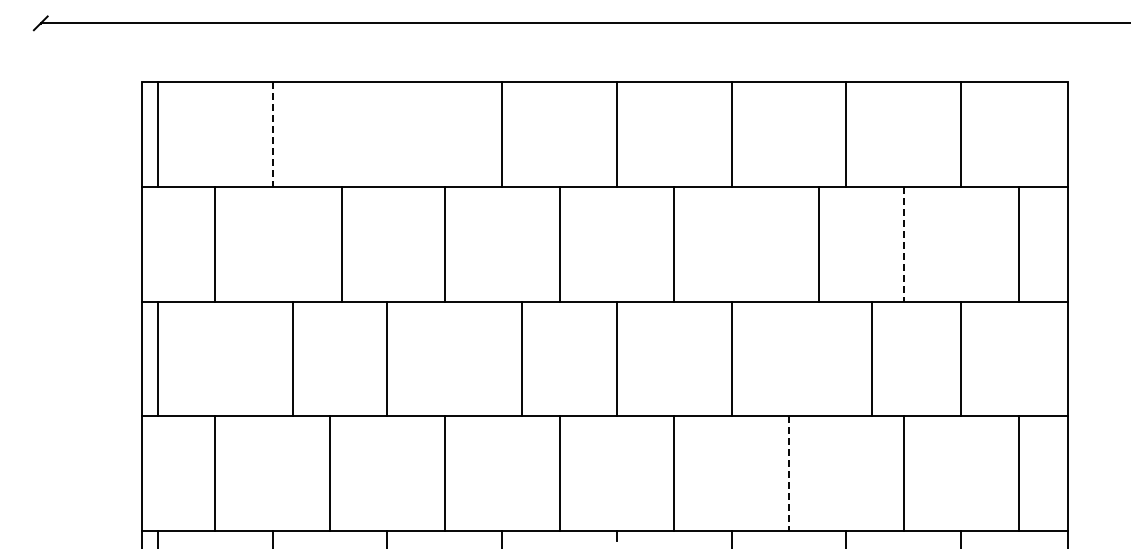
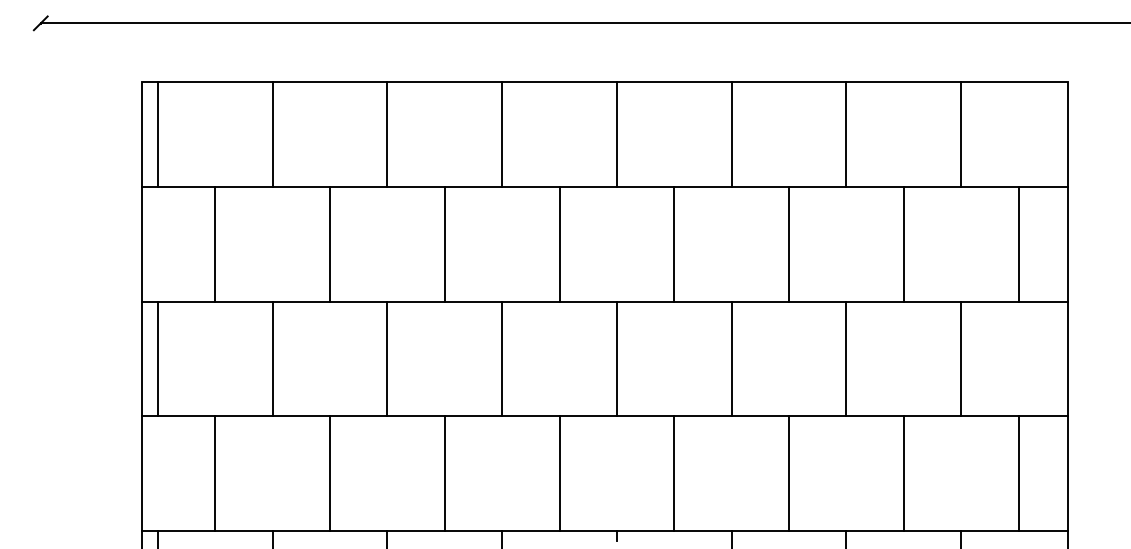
line at (387, 133): none -> present
line at (272, 134): dashed -> solid
line at (342, 243) position: (342, 243) -> (330, 243)
line at (819, 243) position: (819, 243) -> (789, 243)
line at (903, 244): dashed -> solid
line at (292, 358) position: (292, 358) -> (272, 358)
line at (522, 358) position: (522, 358) -> (502, 358)
line at (872, 358) position: (872, 358) -> (846, 358)
line at (789, 474): dashed -> solid
